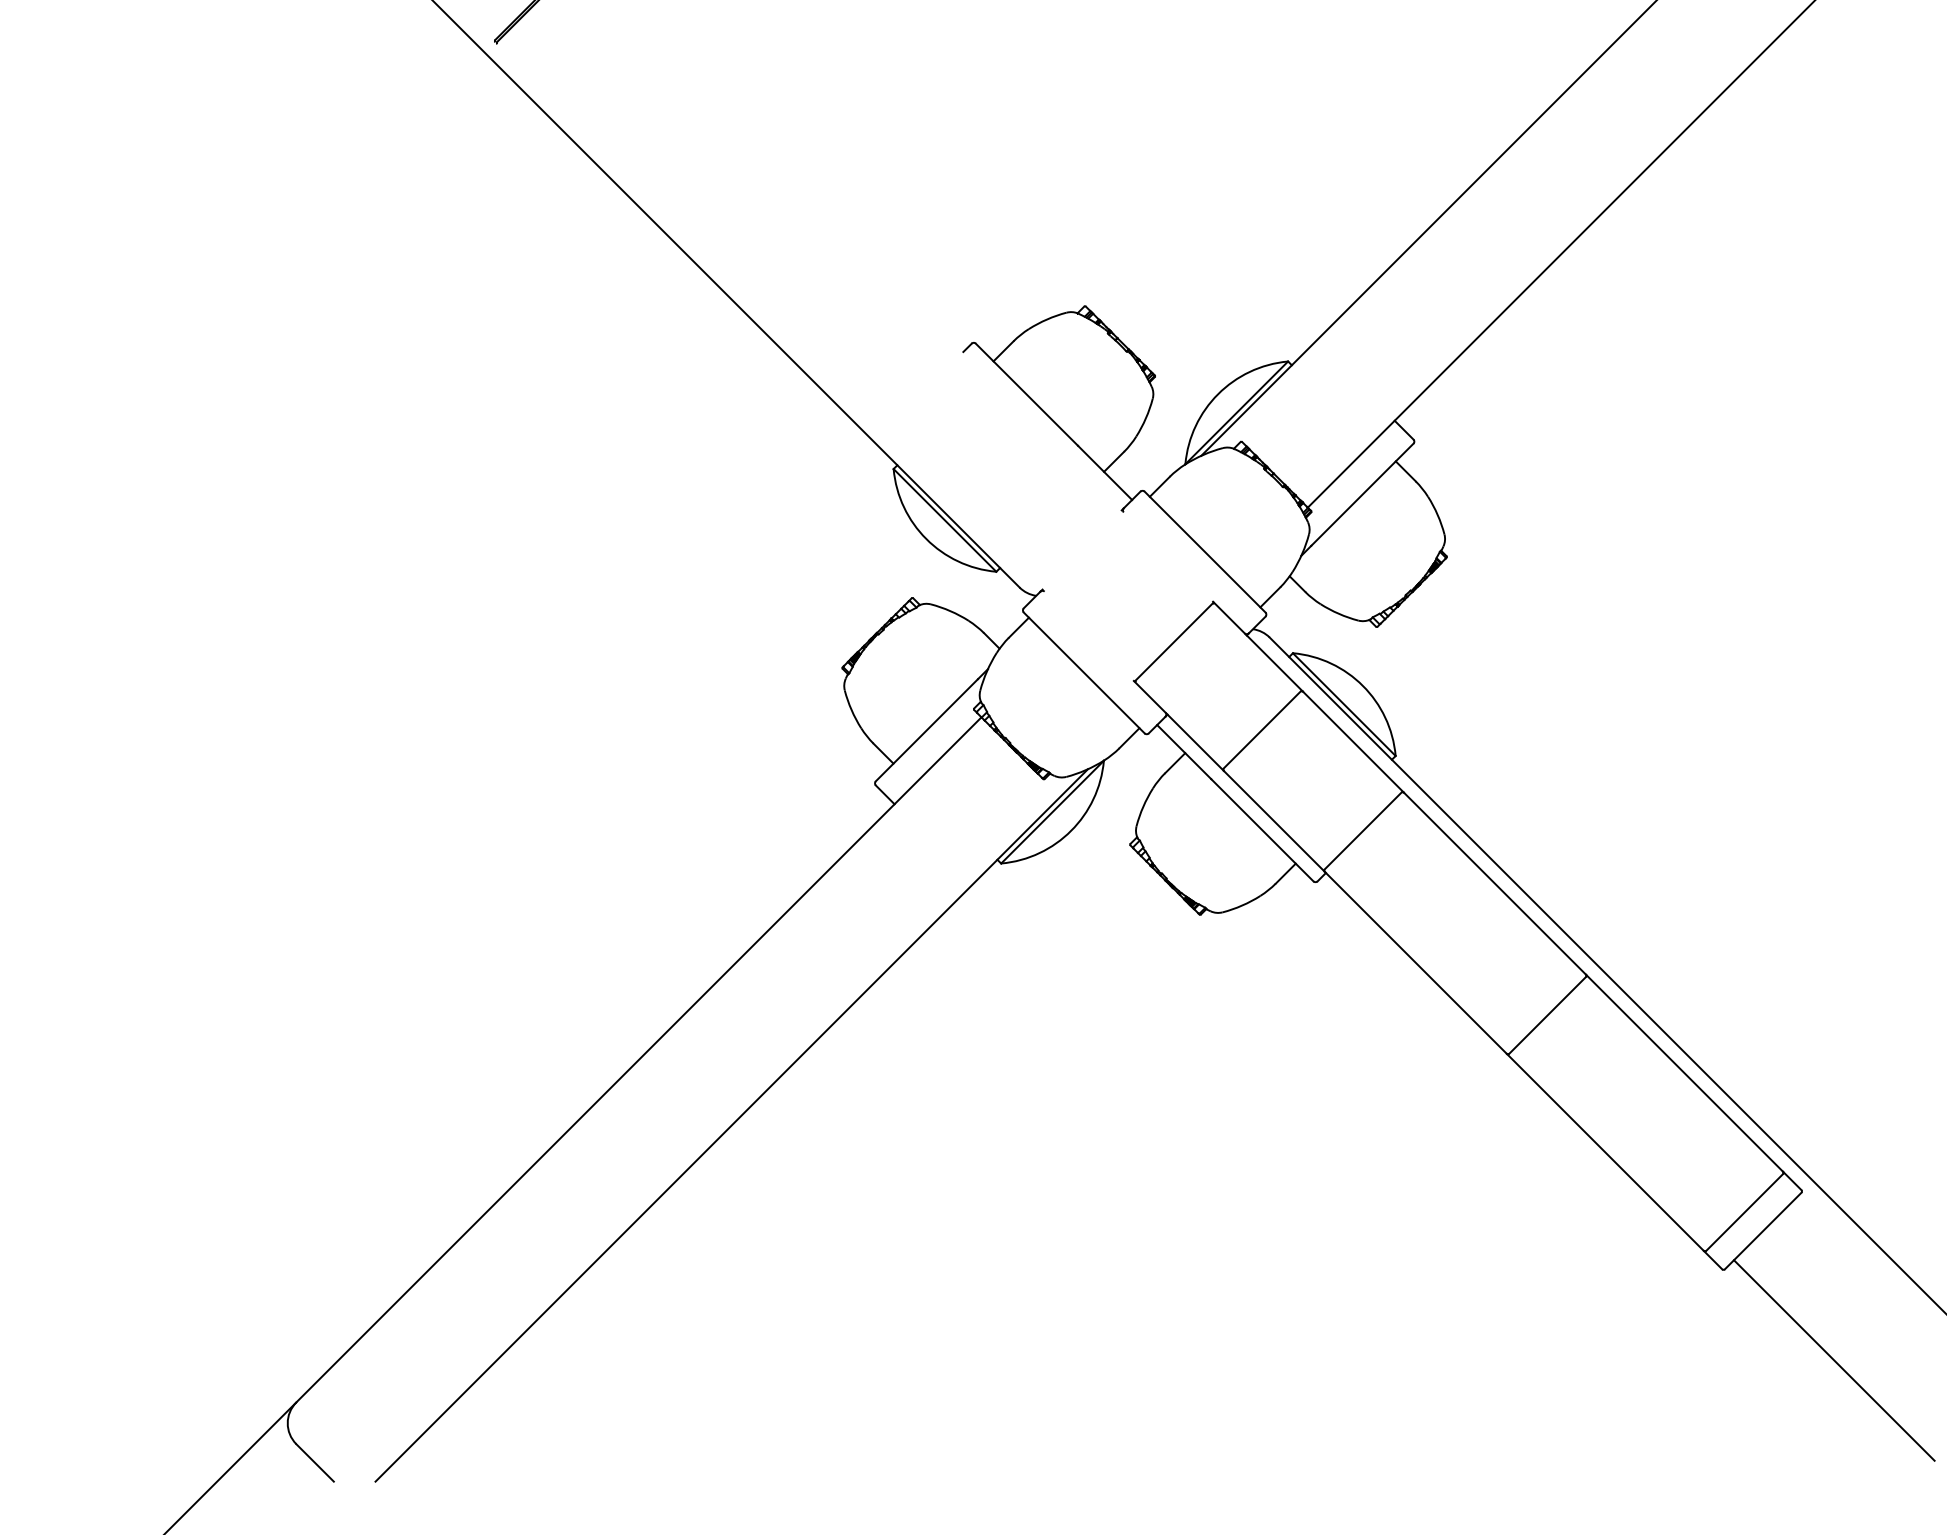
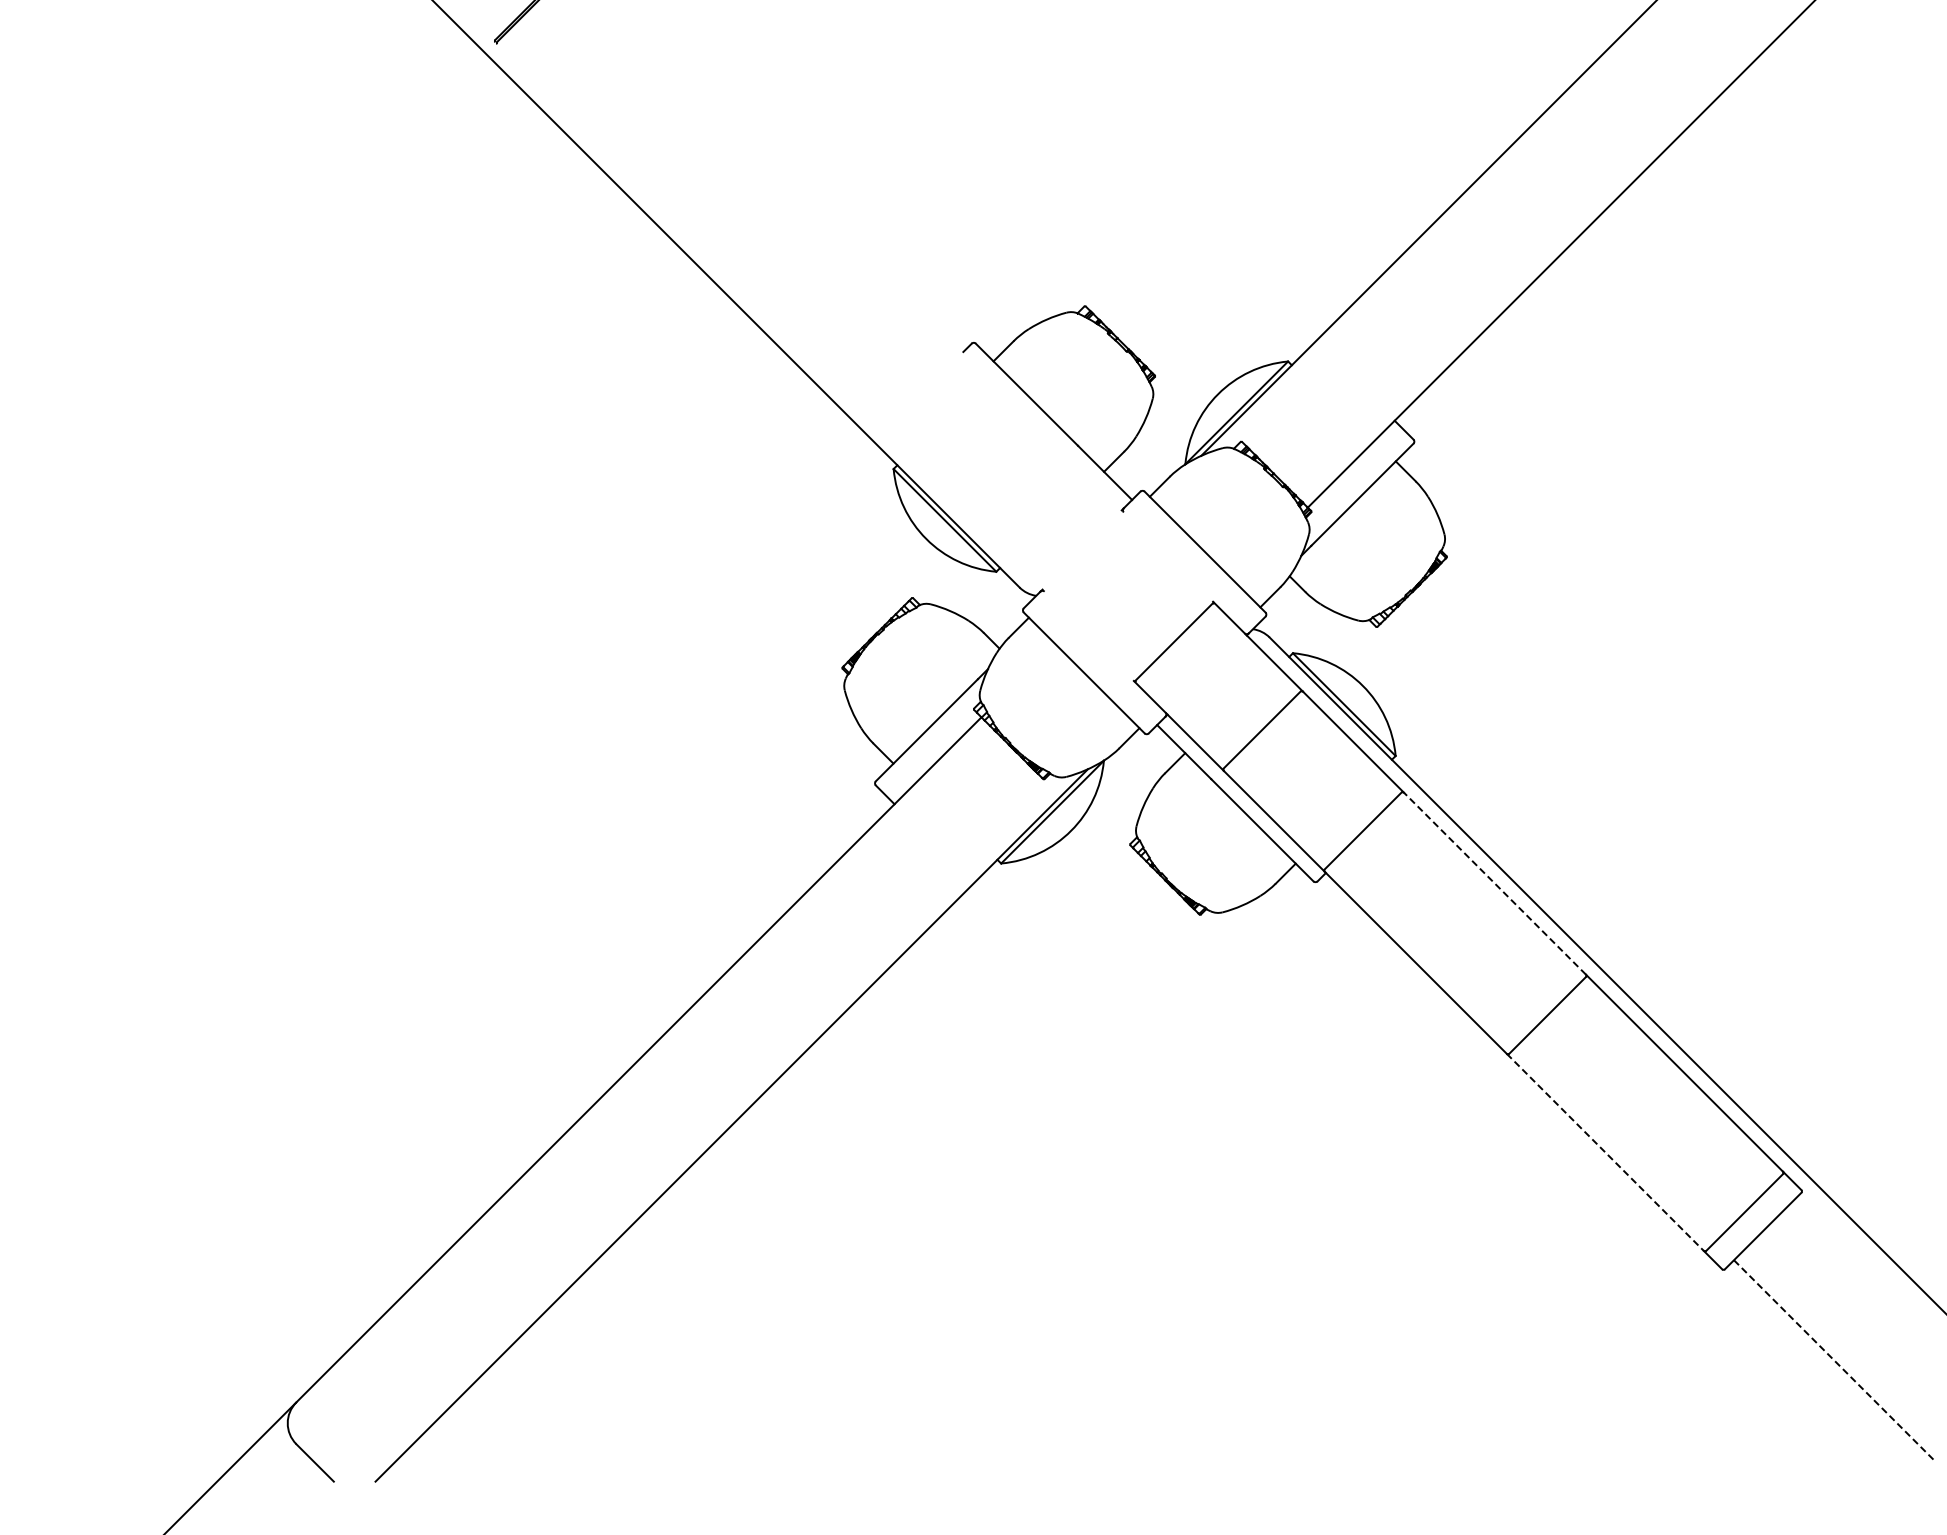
line at (1494, 883): solid -> dashed
line at (1605, 1152): solid -> dashed
line at (1834, 1360): solid -> dashed
